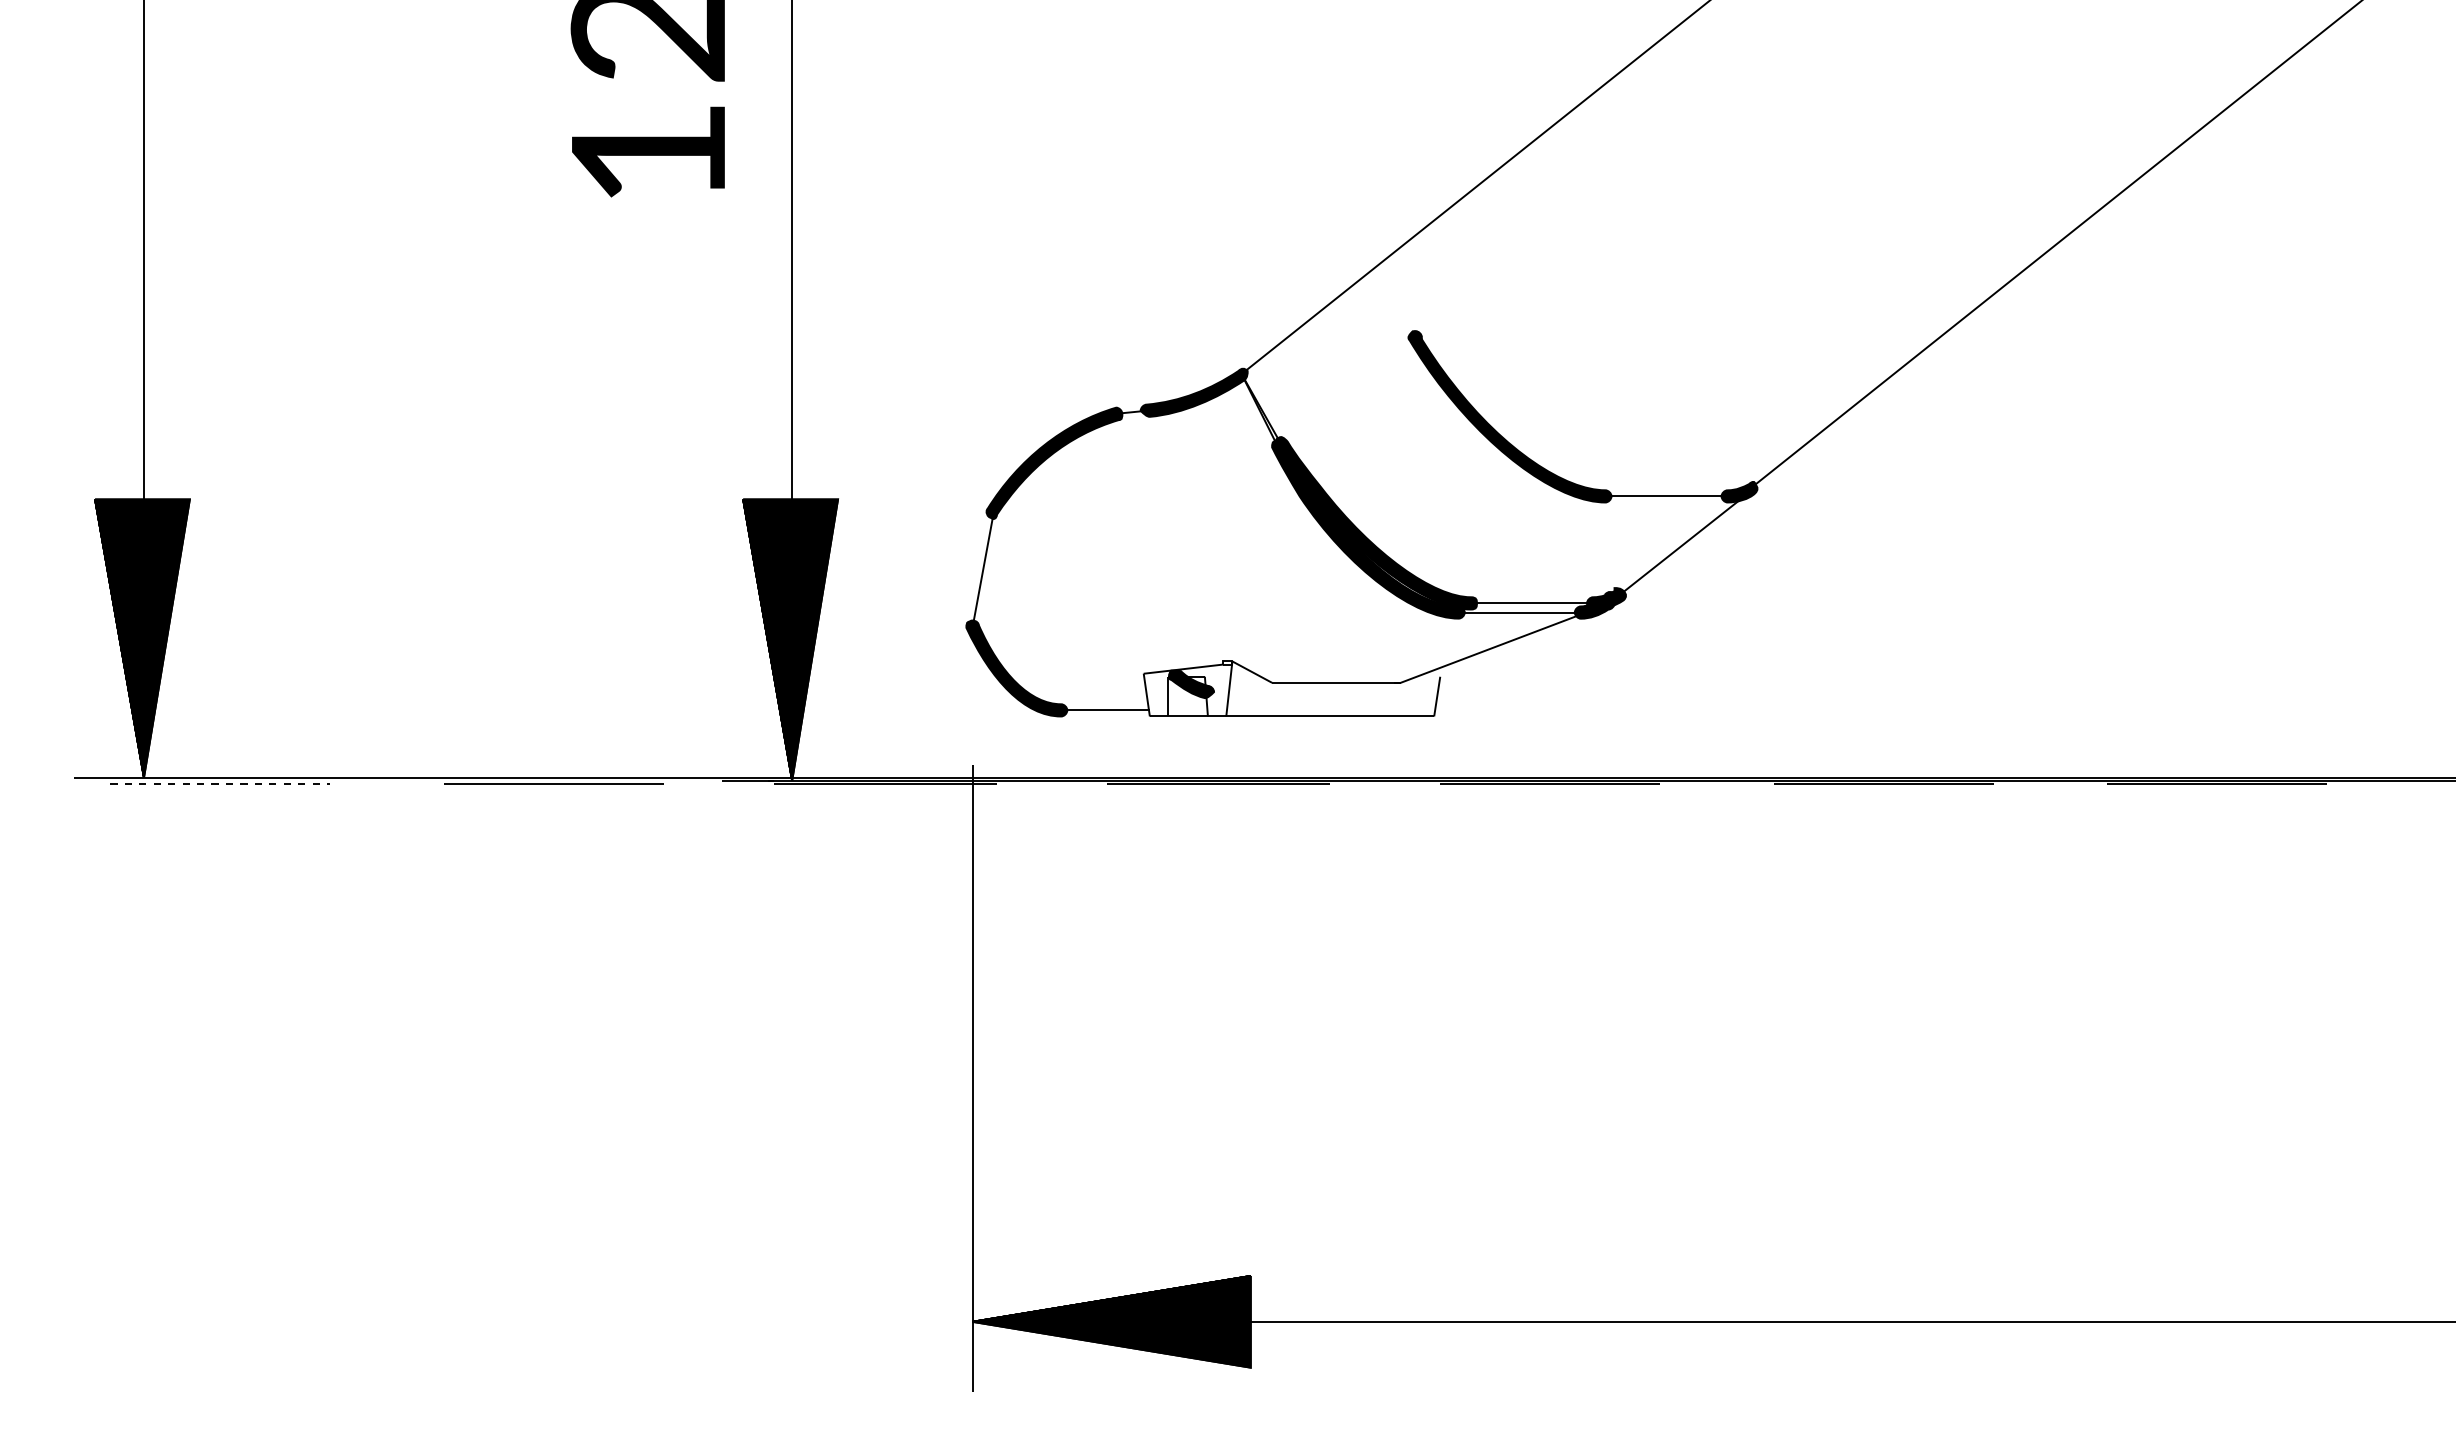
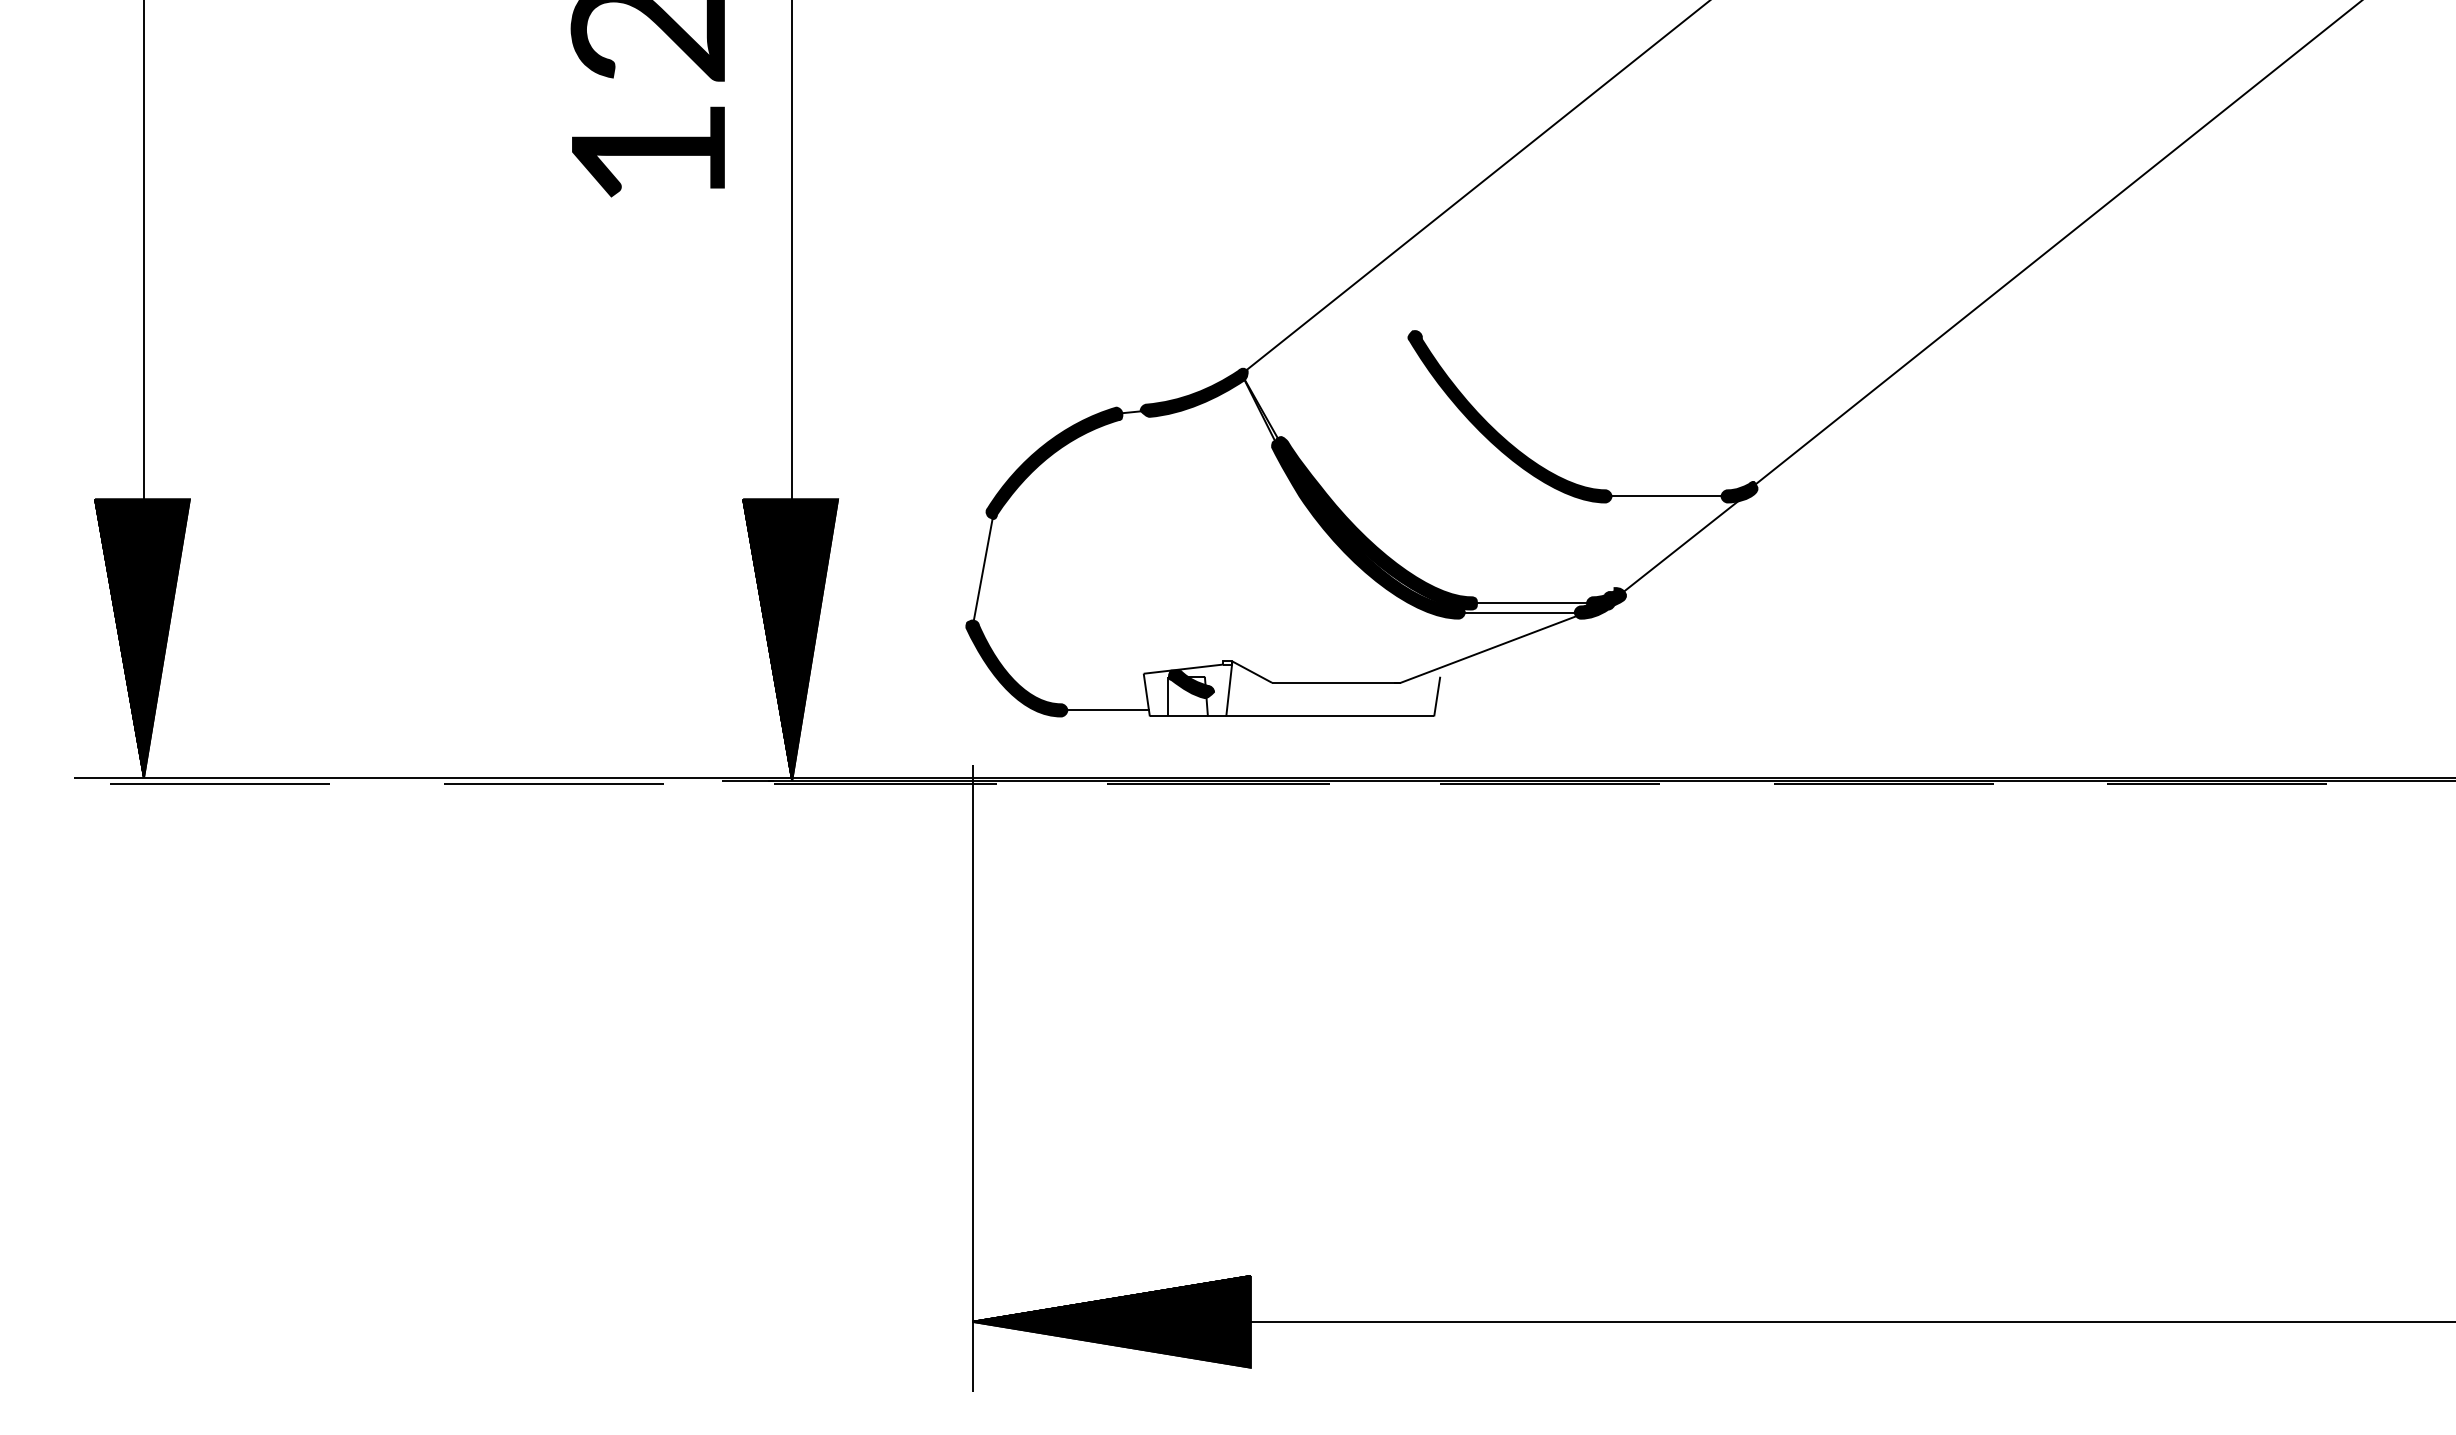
line at (220, 783): dashed -> solid
